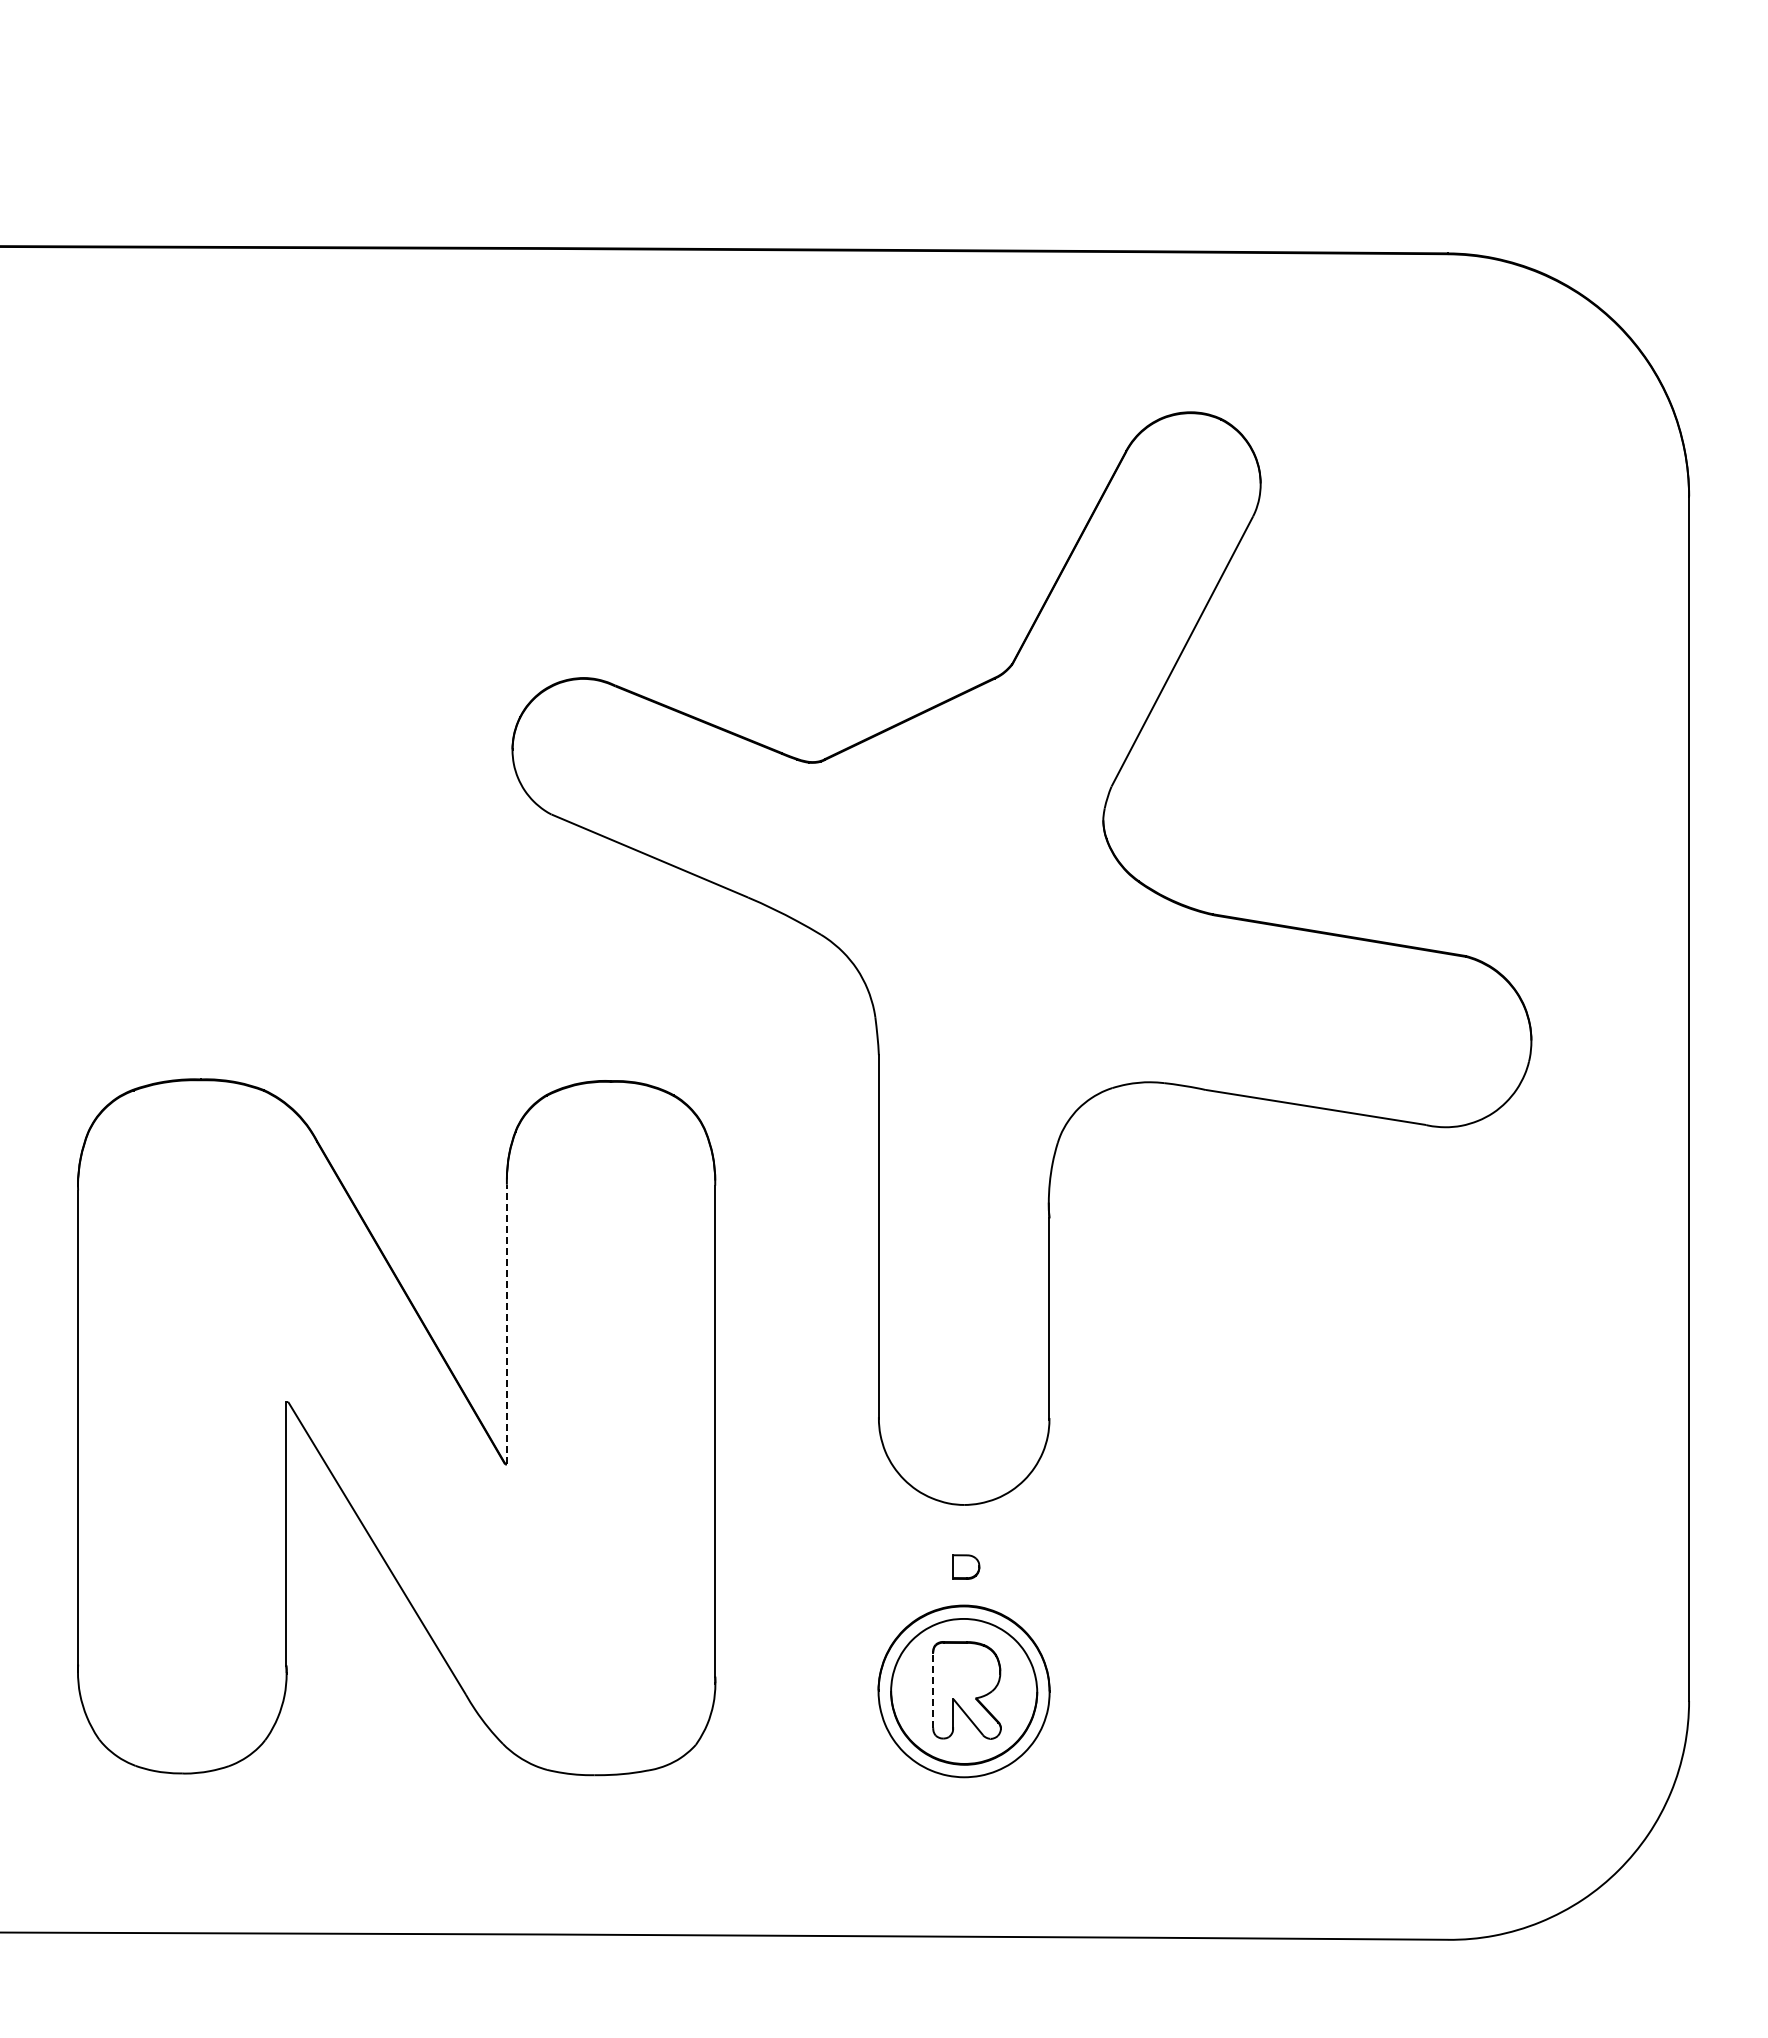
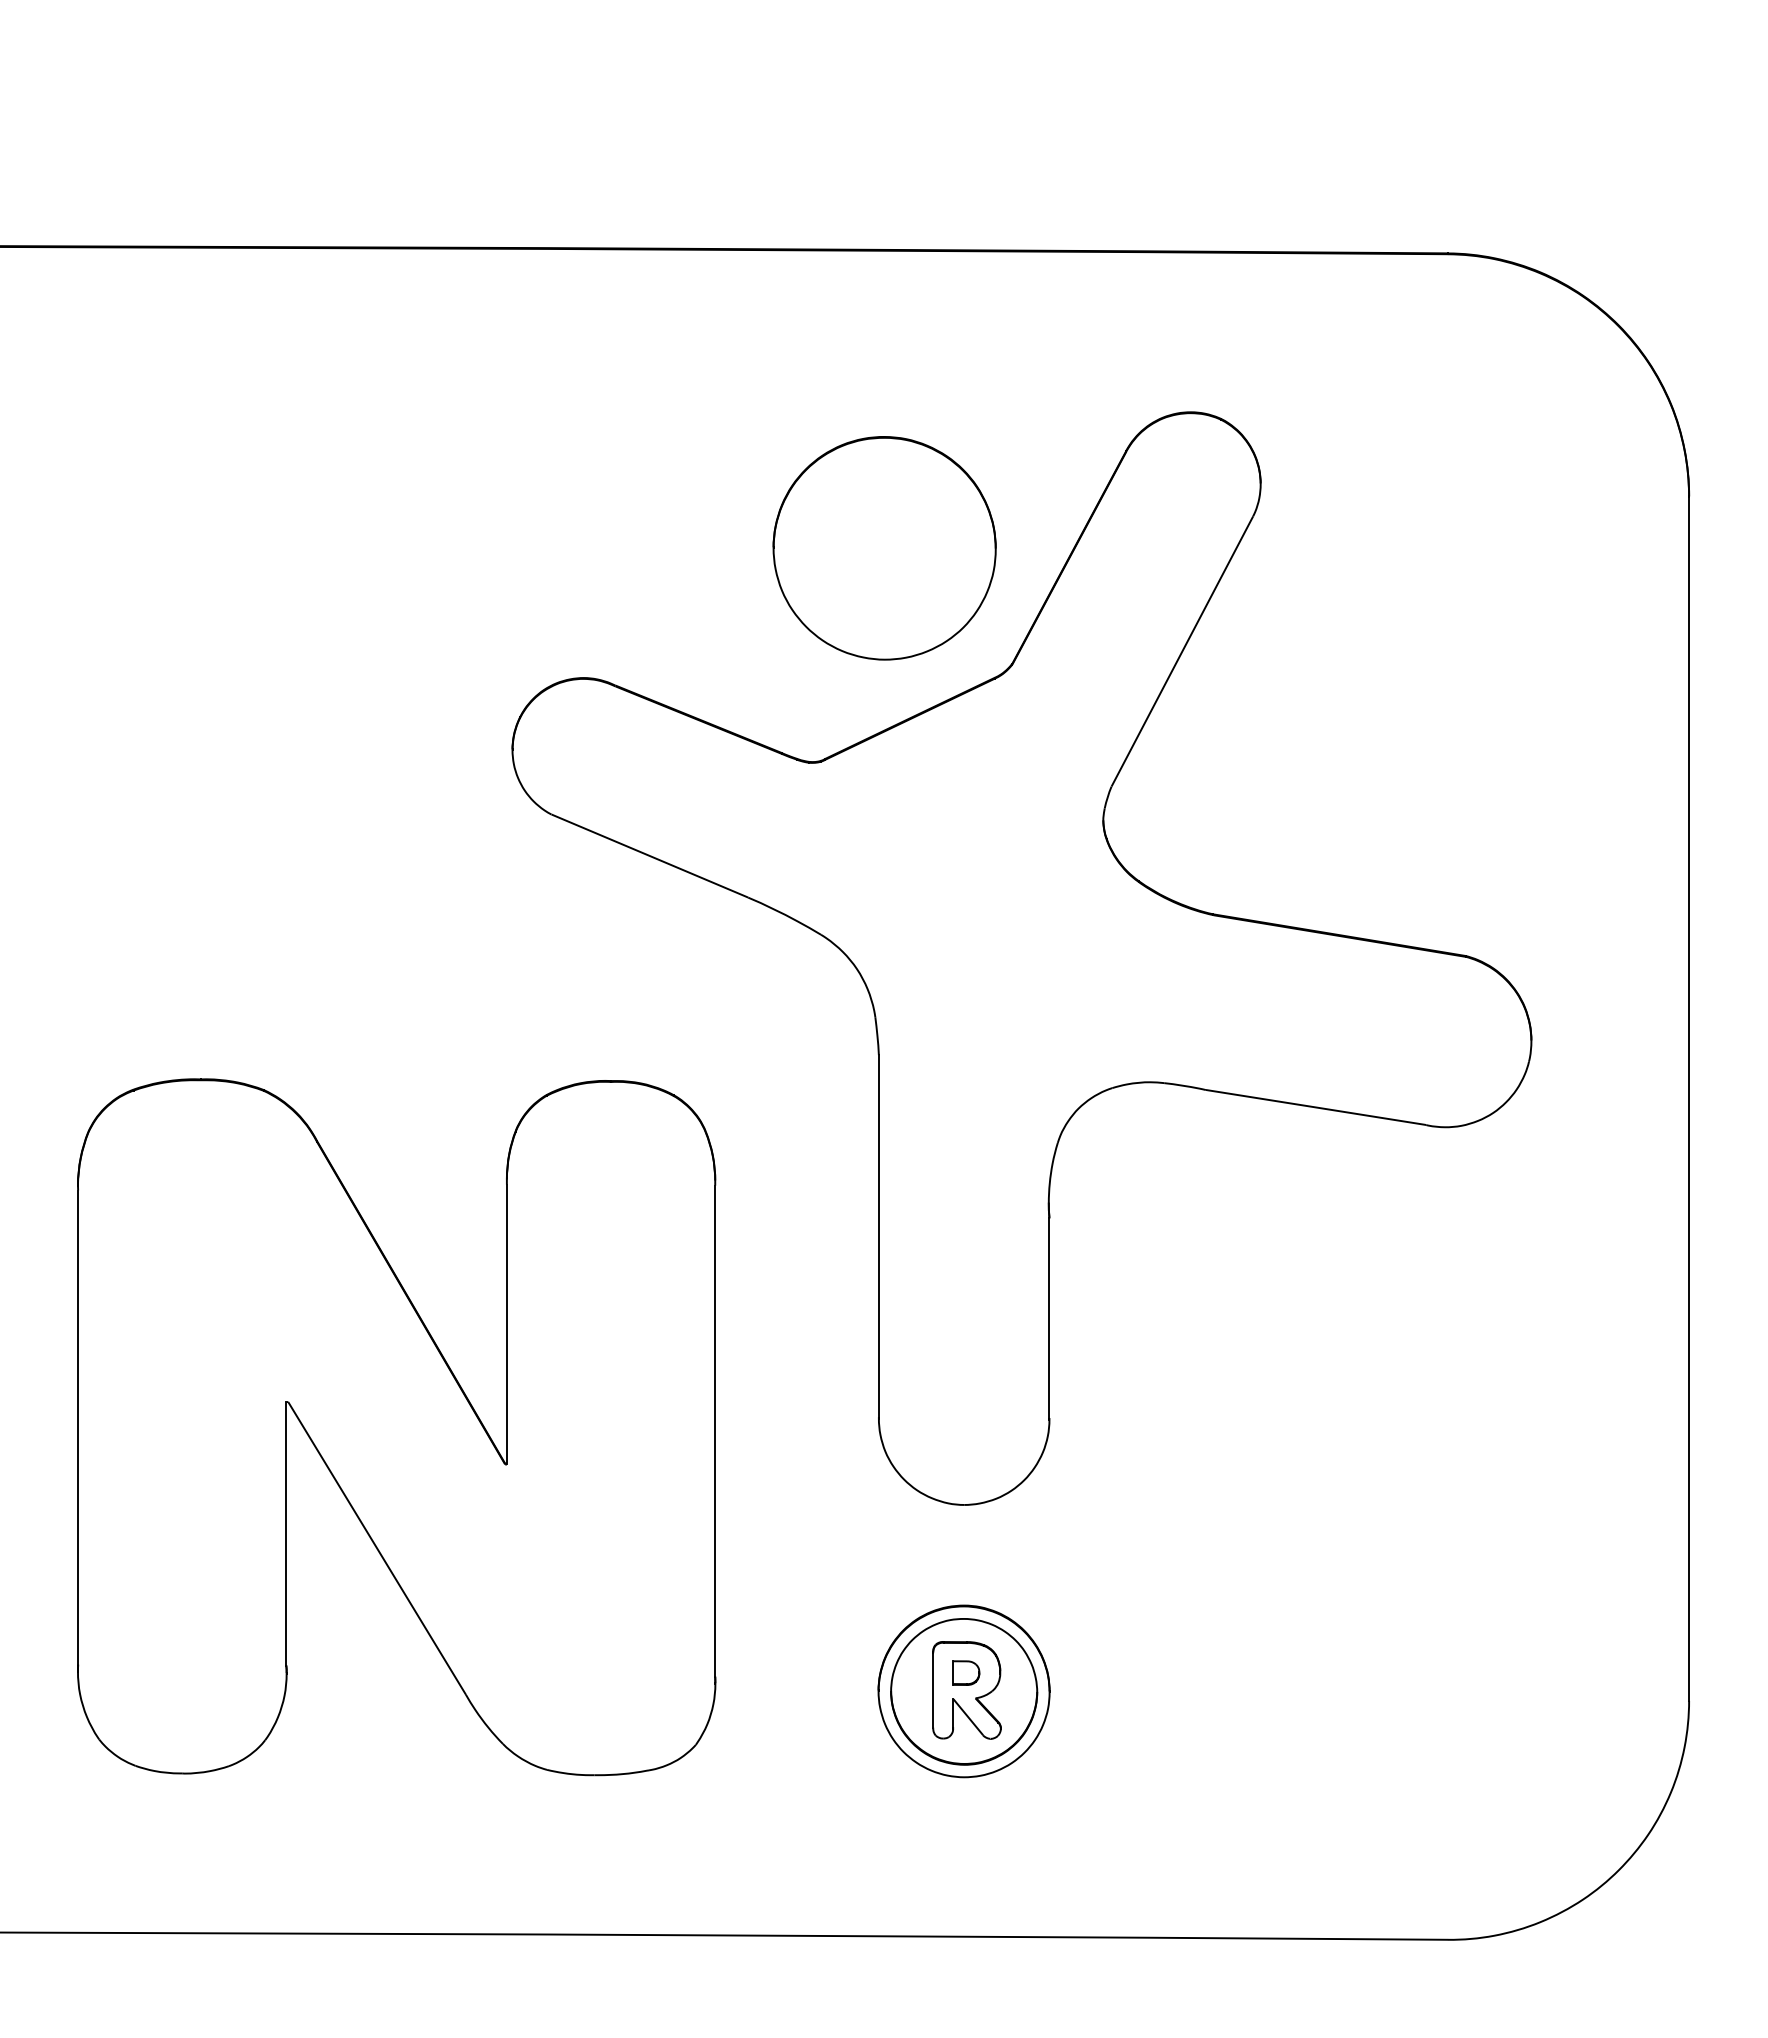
part at (884, 548): none -> present
line at (506, 1324): dashed -> solid
part at (966, 1566) position: (966, 1566) -> (966, 1672)
line at (933, 1690): dashed -> solid
